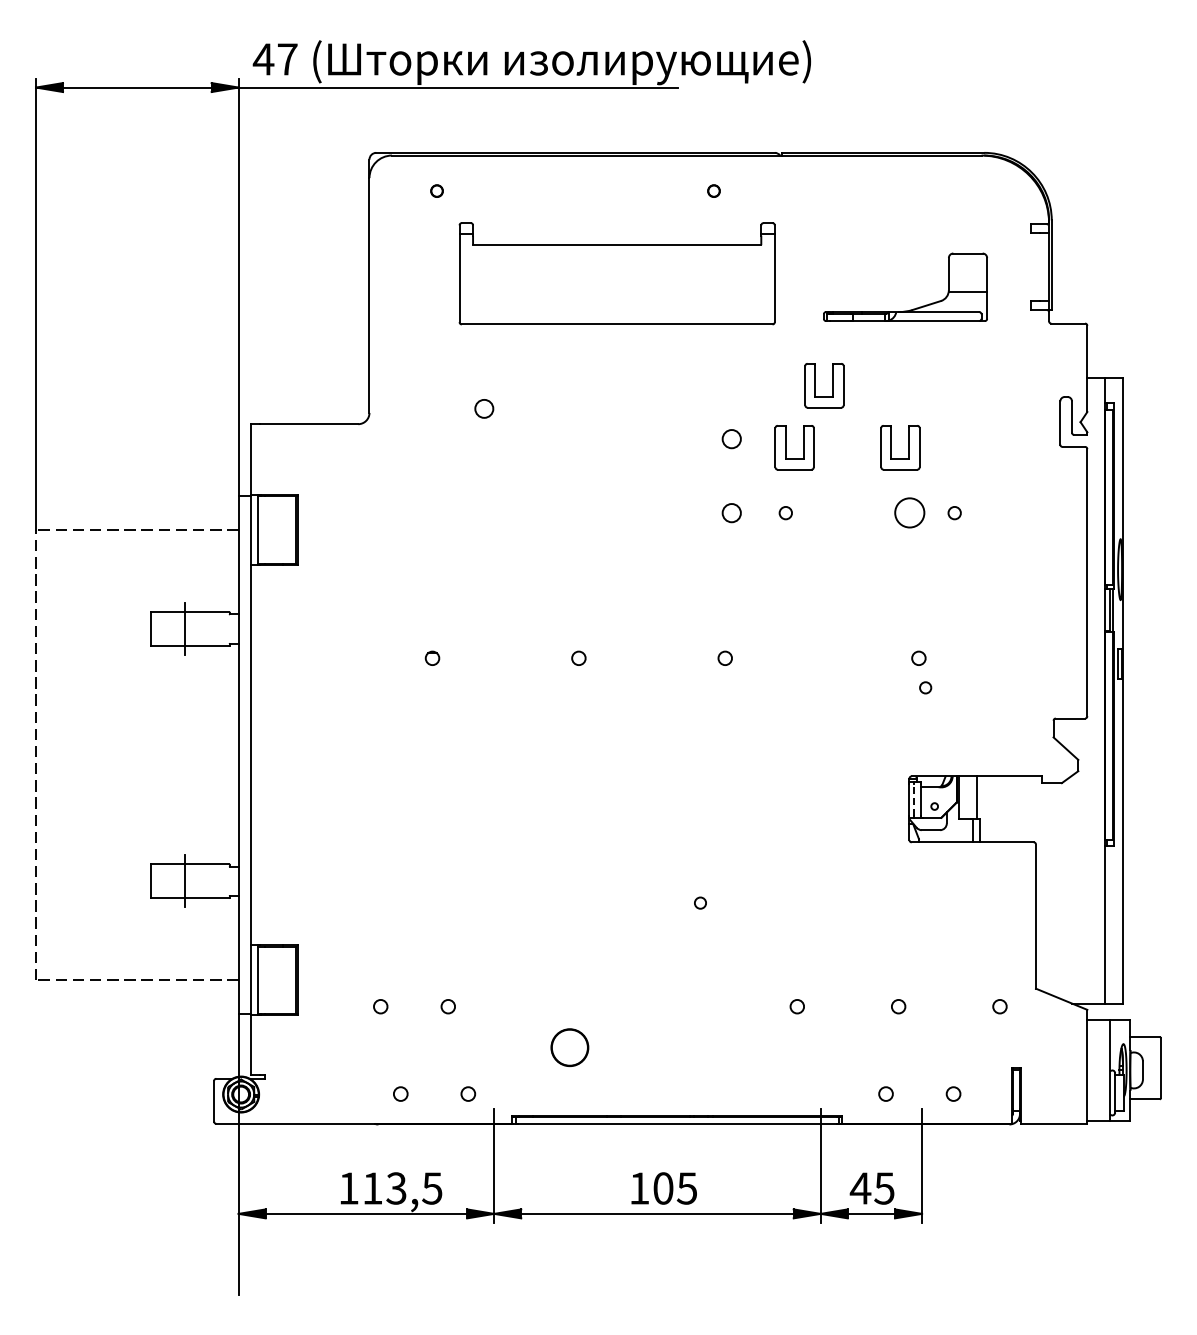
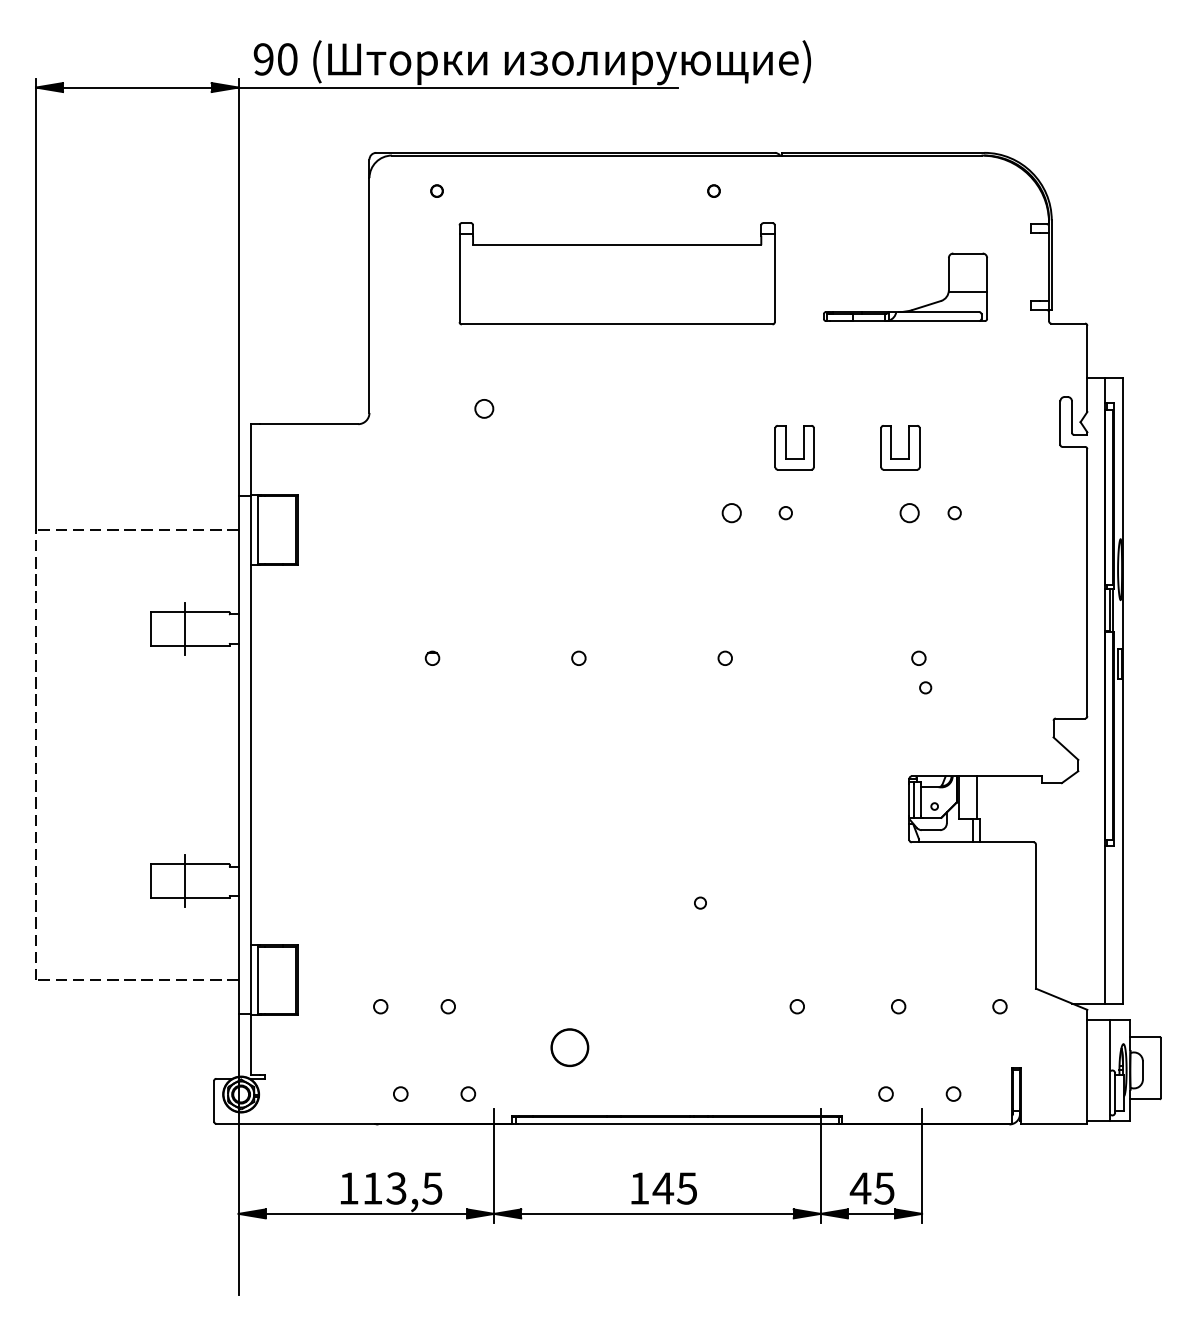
text at (274, 59): 47 -> 90
part at (832, 385): present -> none
circle at (731, 439): present -> none
circle at (909, 512) size: 32x32 px -> 21x21 px
line at (913, 799): dashed -> solid
text at (663, 1188): 105 -> 145
